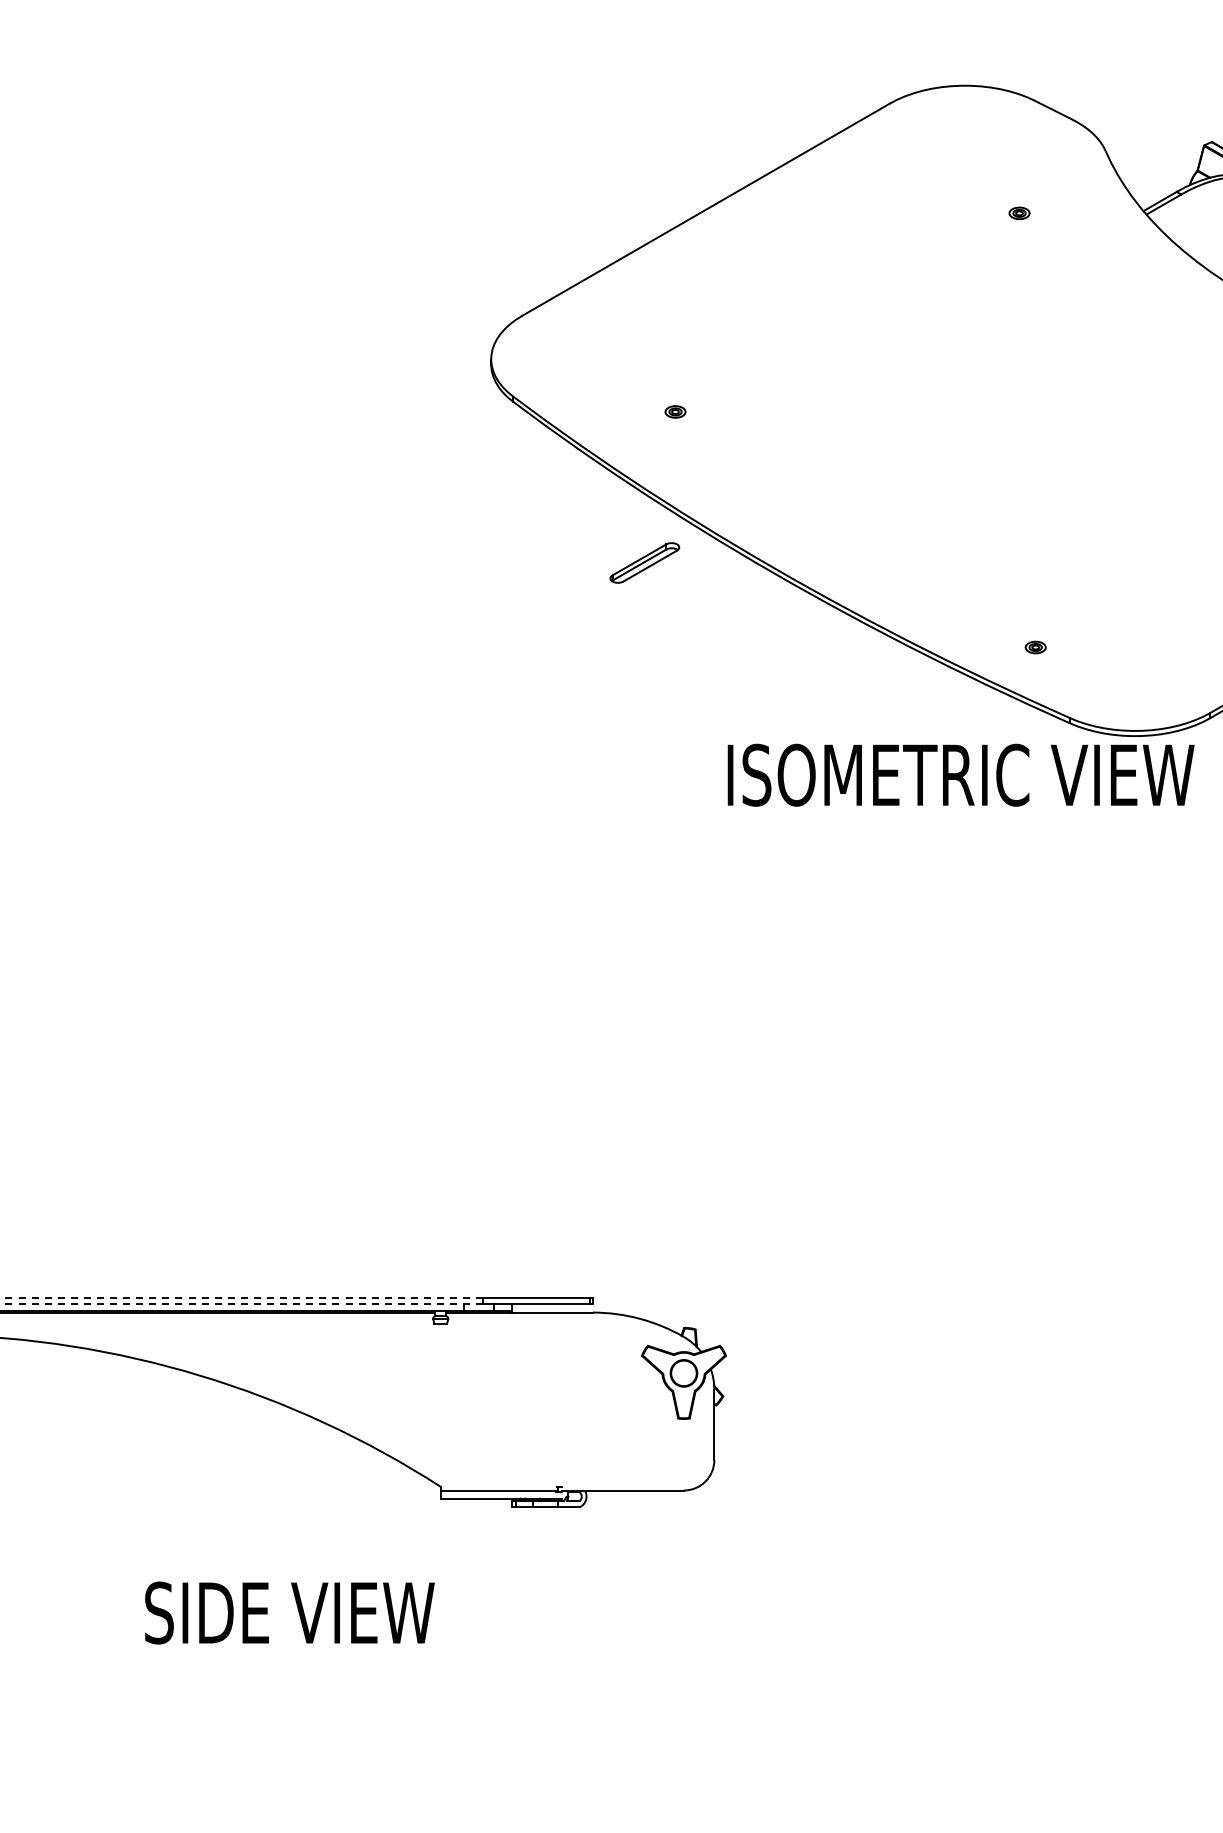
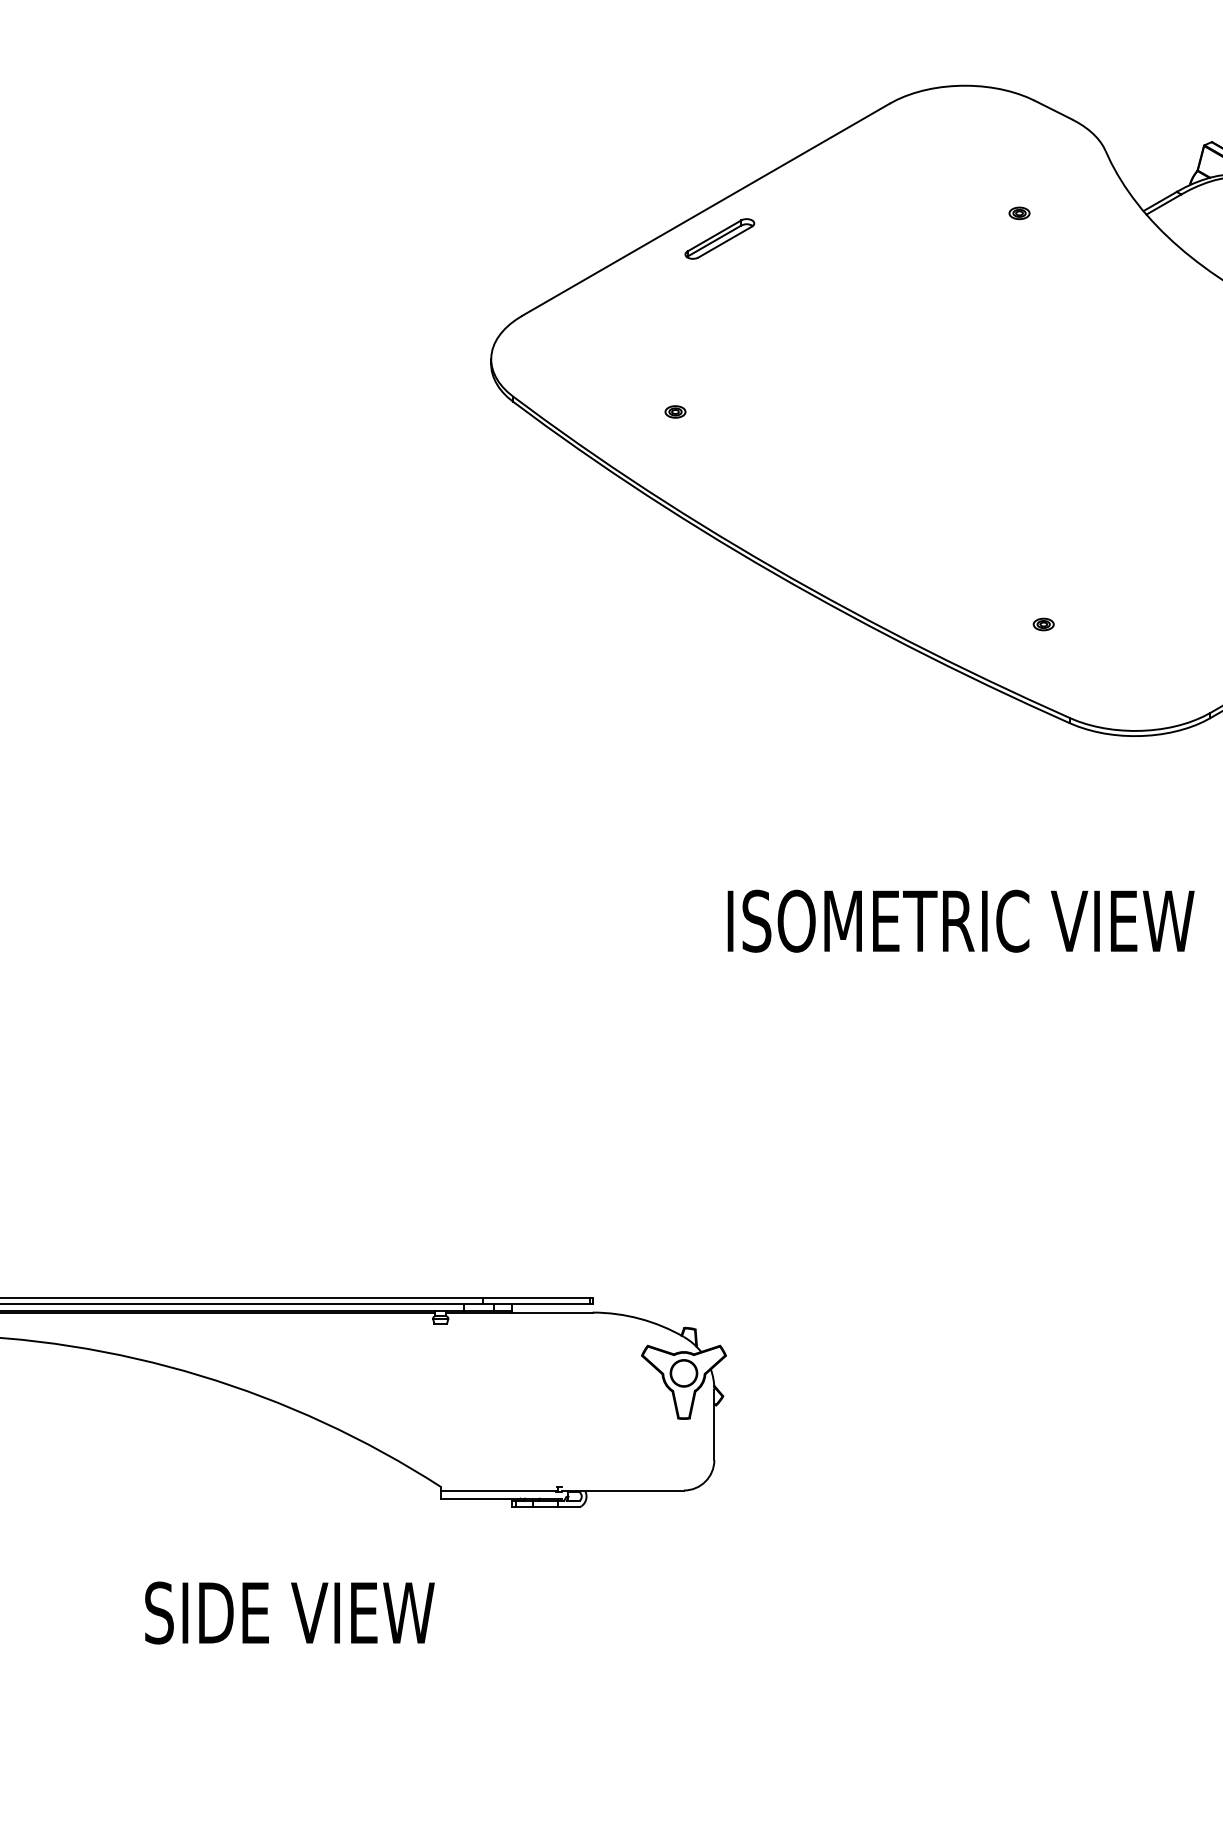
part at (644, 562) position: (644, 562) -> (719, 238)
part at (1035, 647) position: (1035, 647) -> (1043, 624)
text at (960, 774) position: (960, 774) -> (960, 920)
line at (241, 1298): dashed -> solid
line at (241, 1304): dashed -> solid
